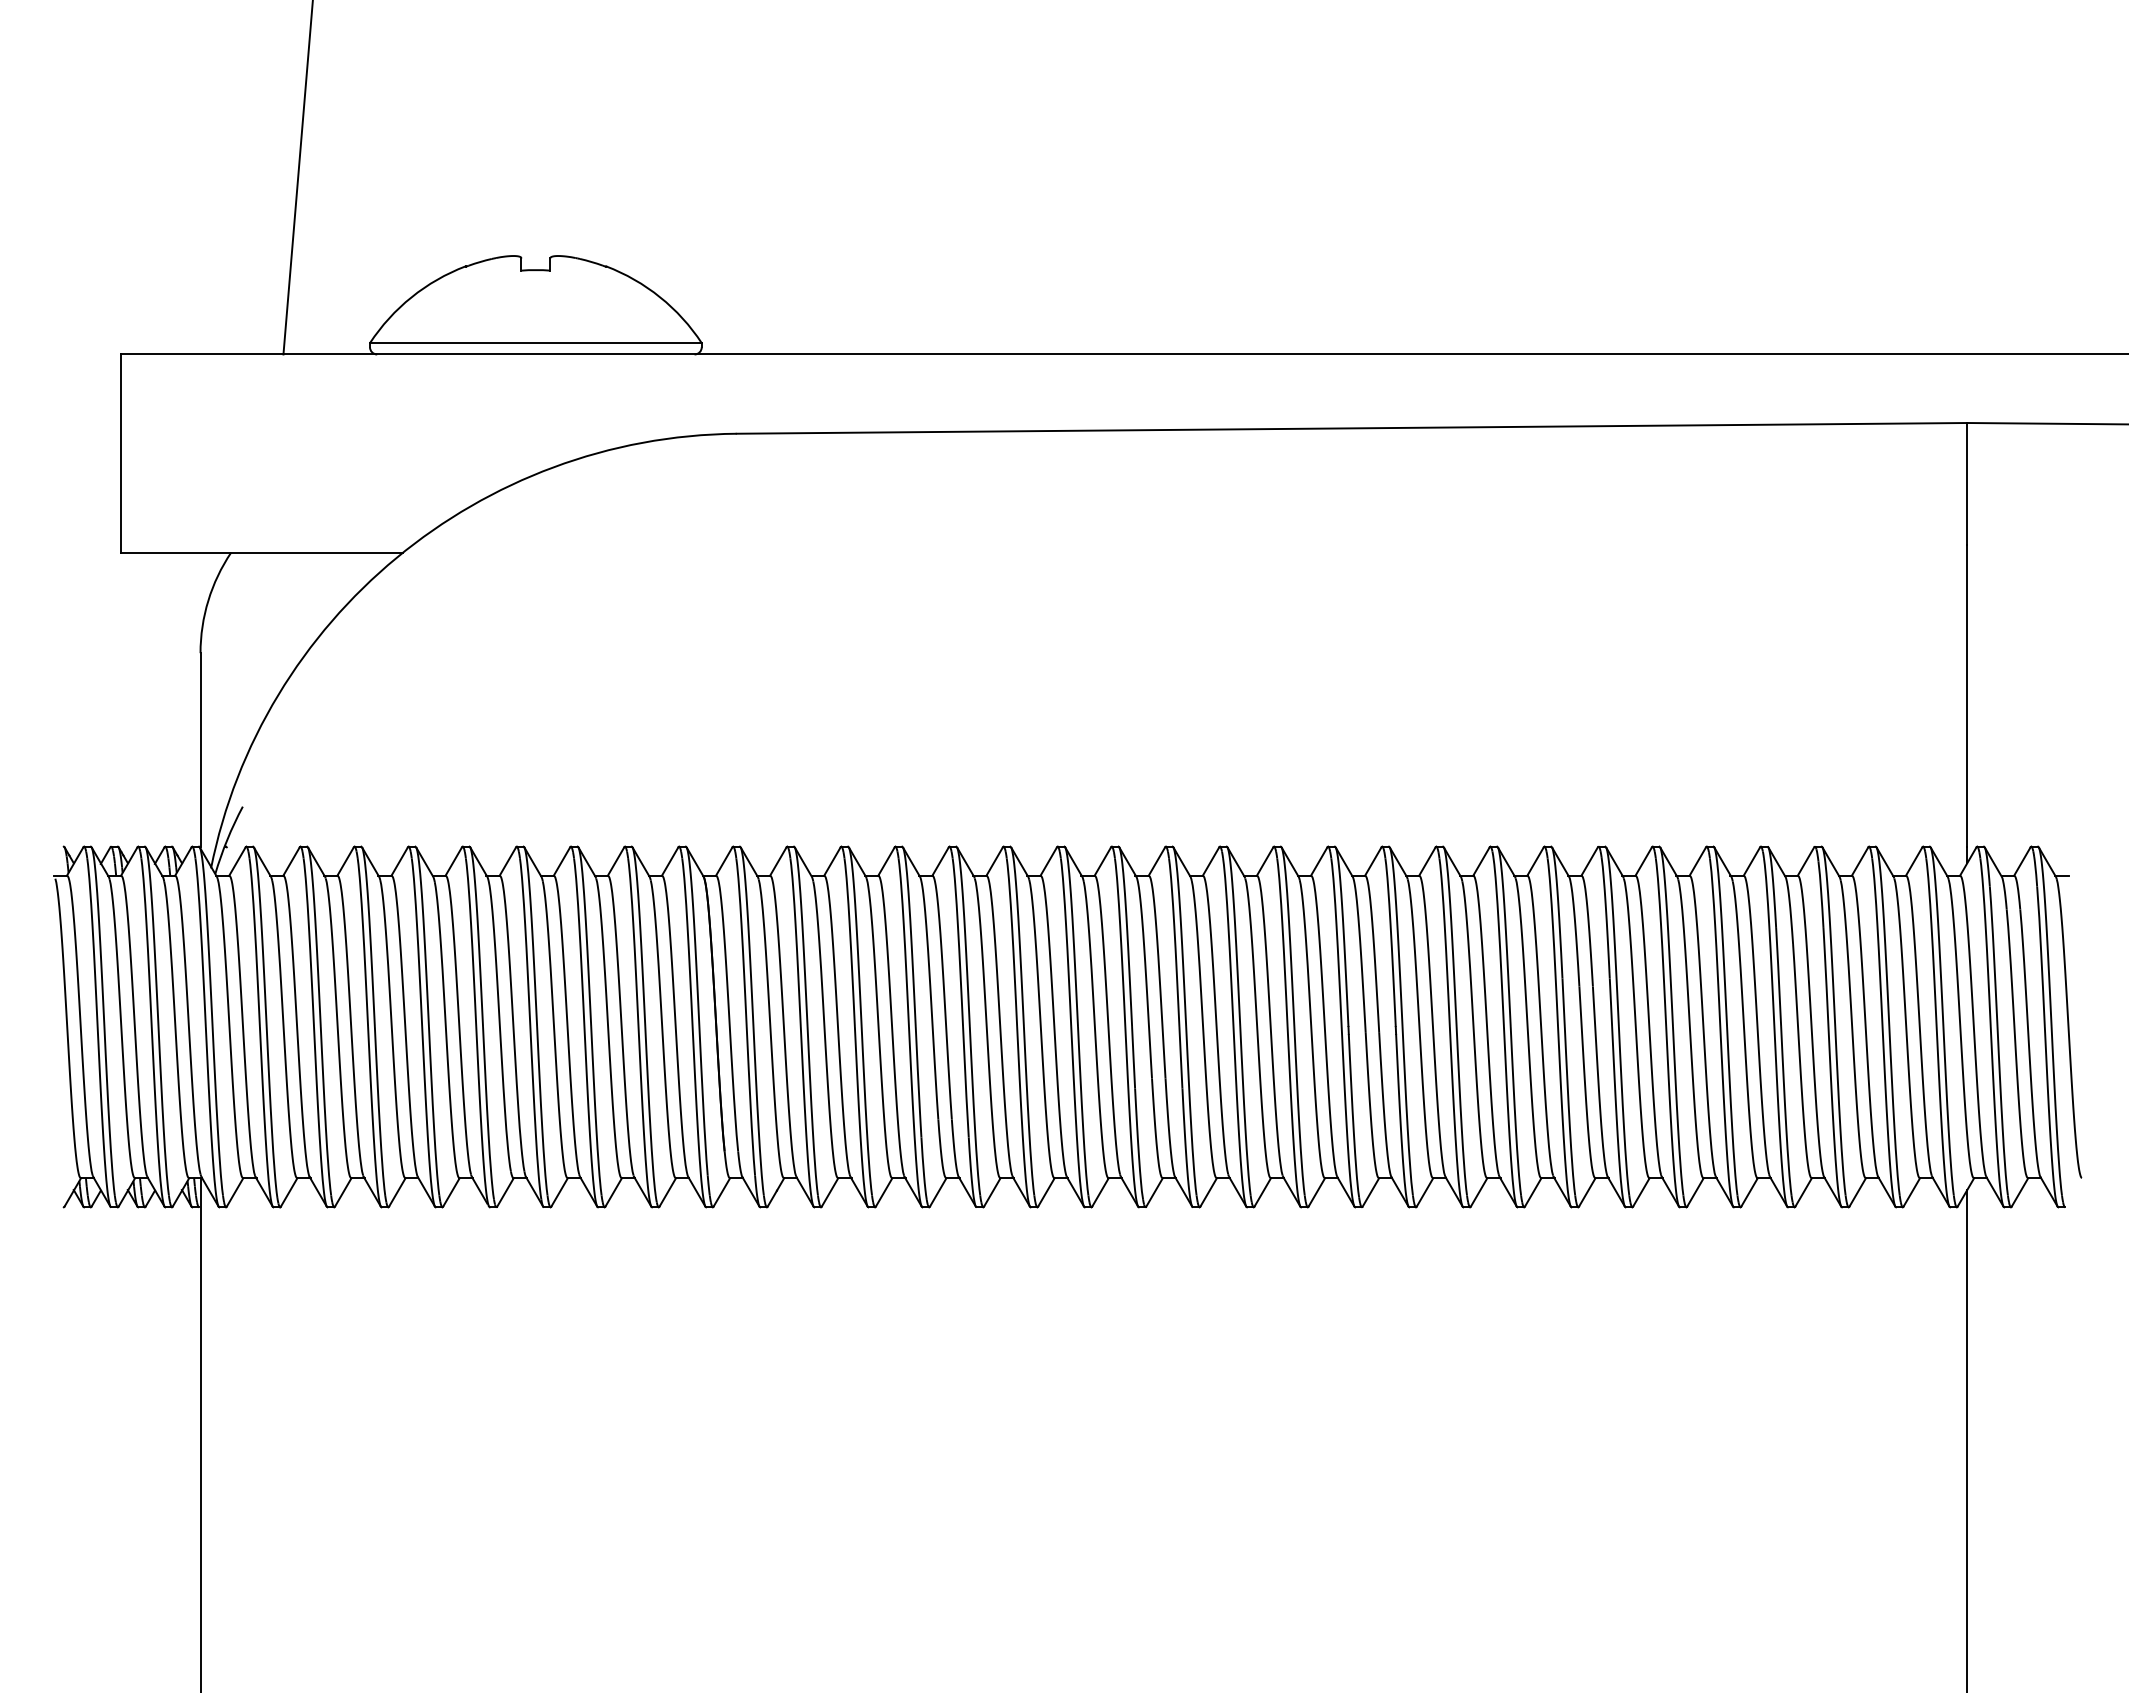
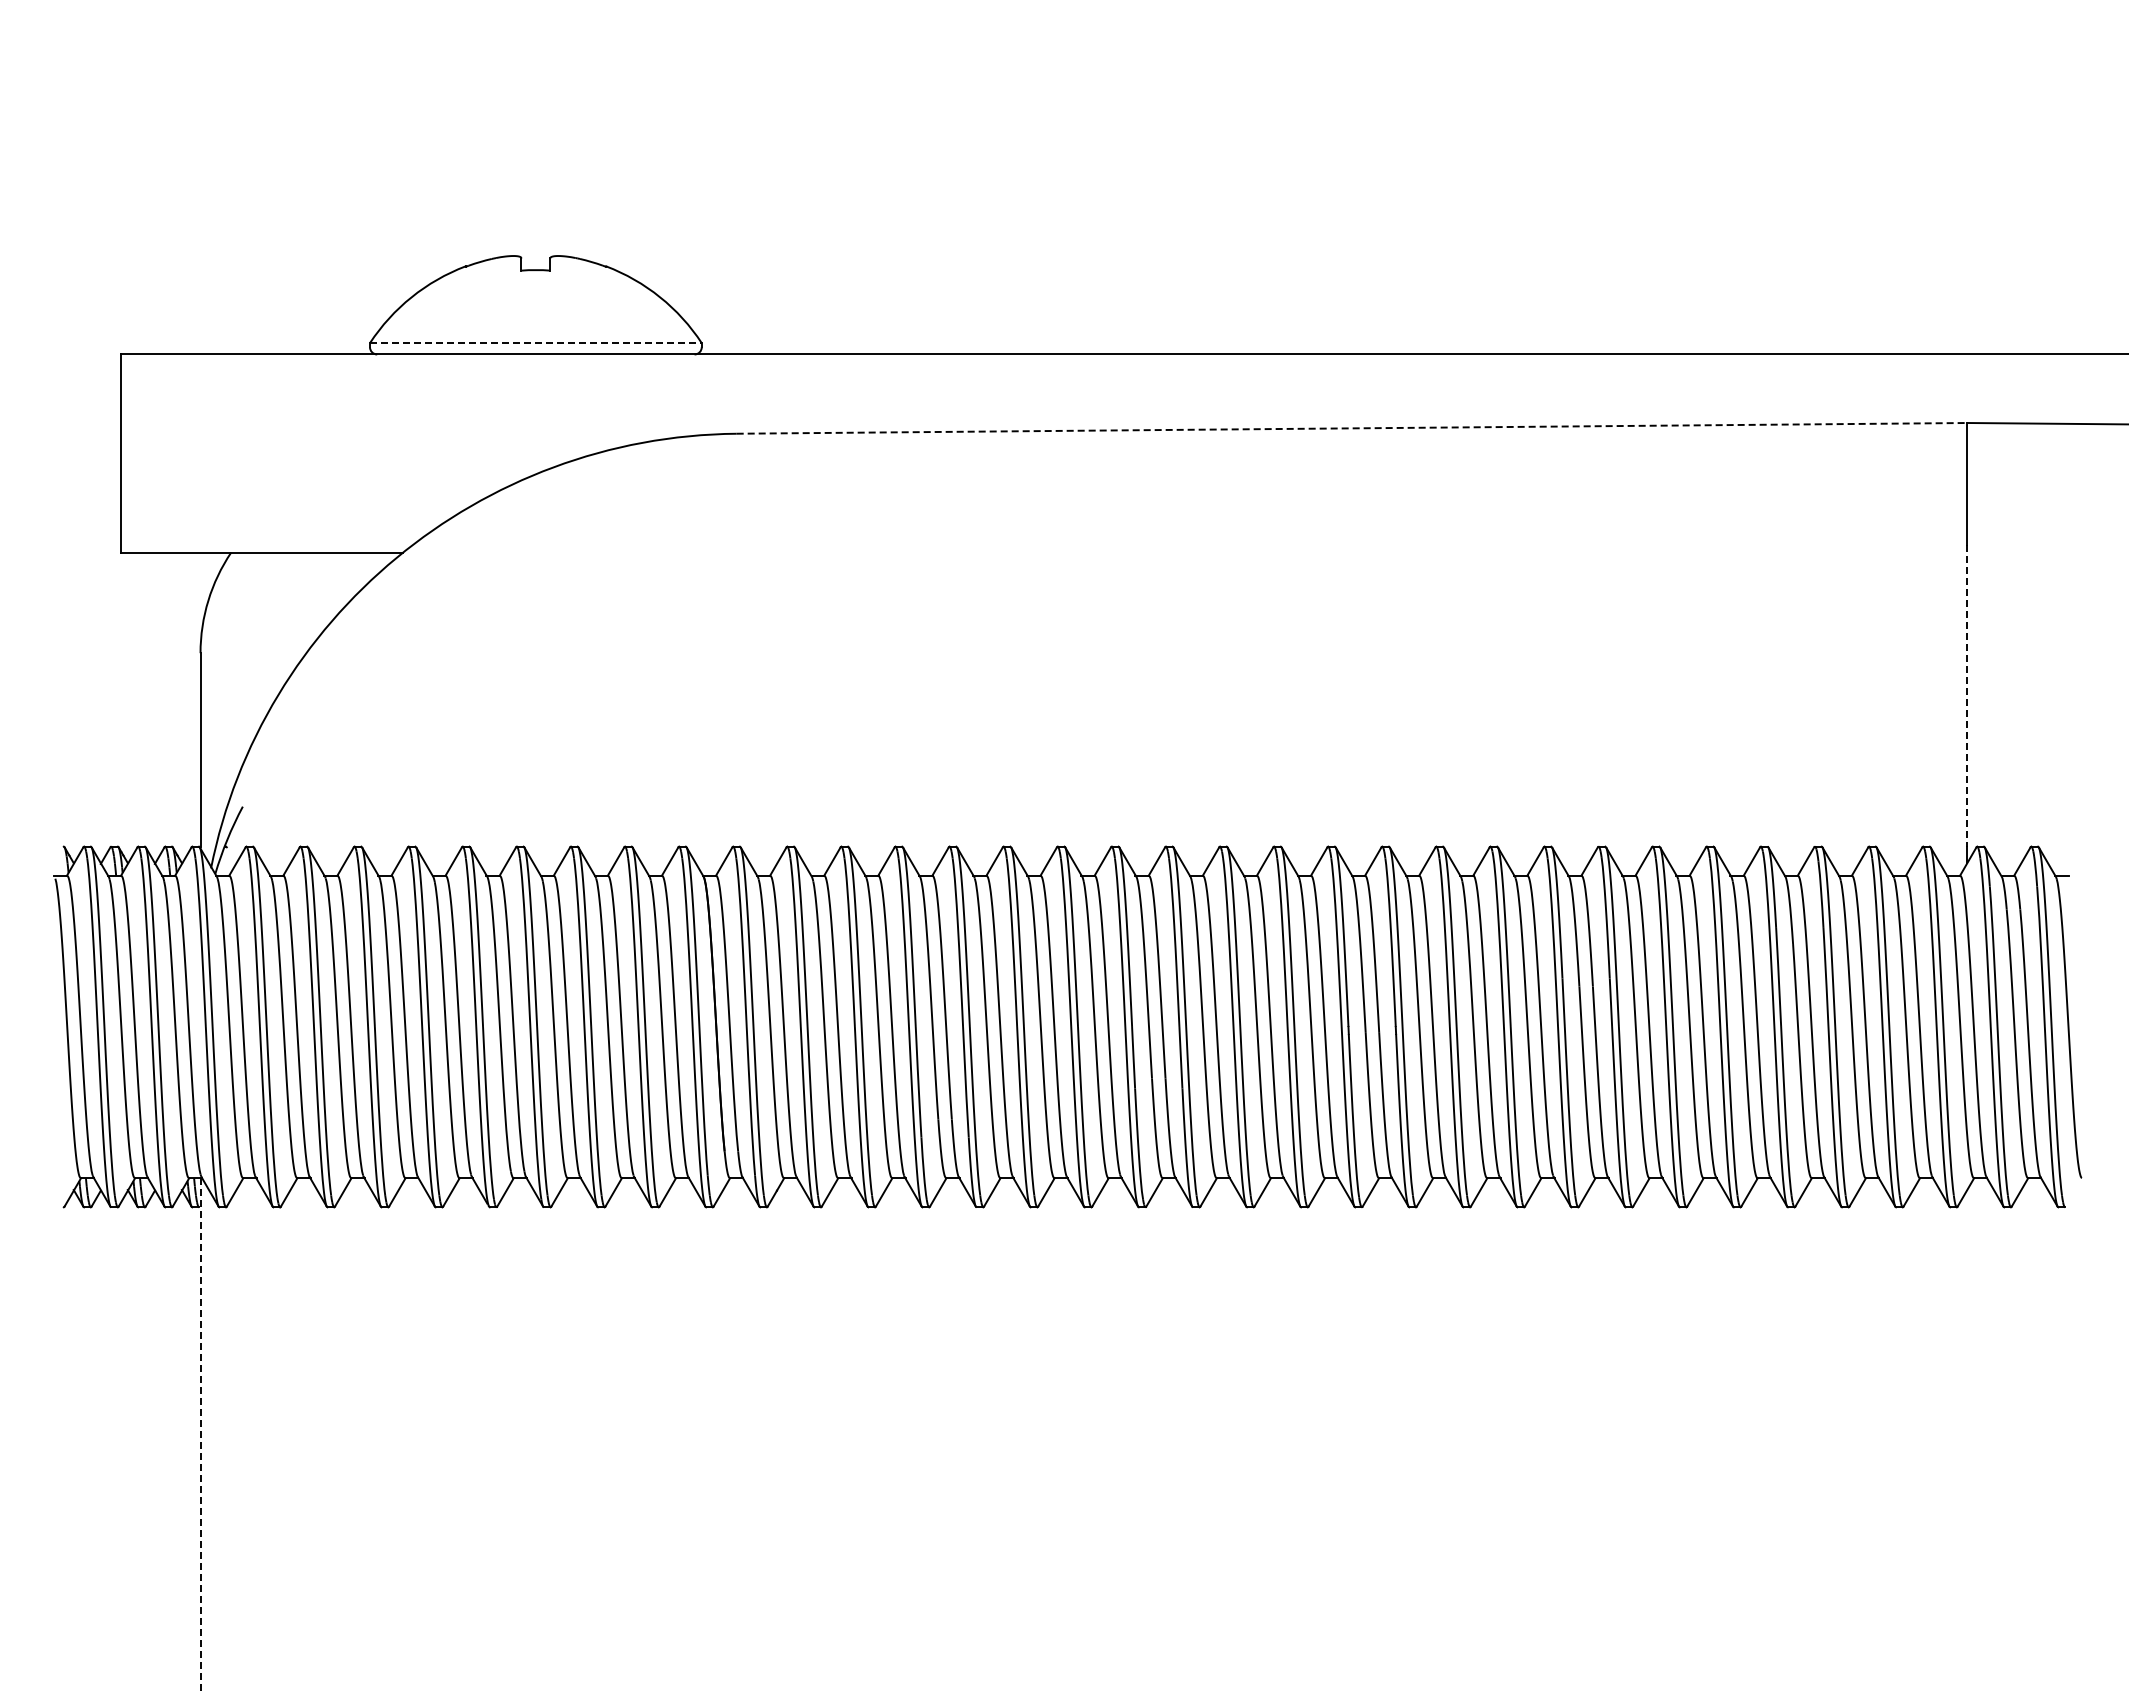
line at (297, 178): present -> none
line at (535, 343): solid -> dashed
line at (1352, 428): solid -> dashed
line at (1967, 696): solid -> dashed
line at (200, 1435): solid -> dashed
line at (1967, 1439): present -> none
